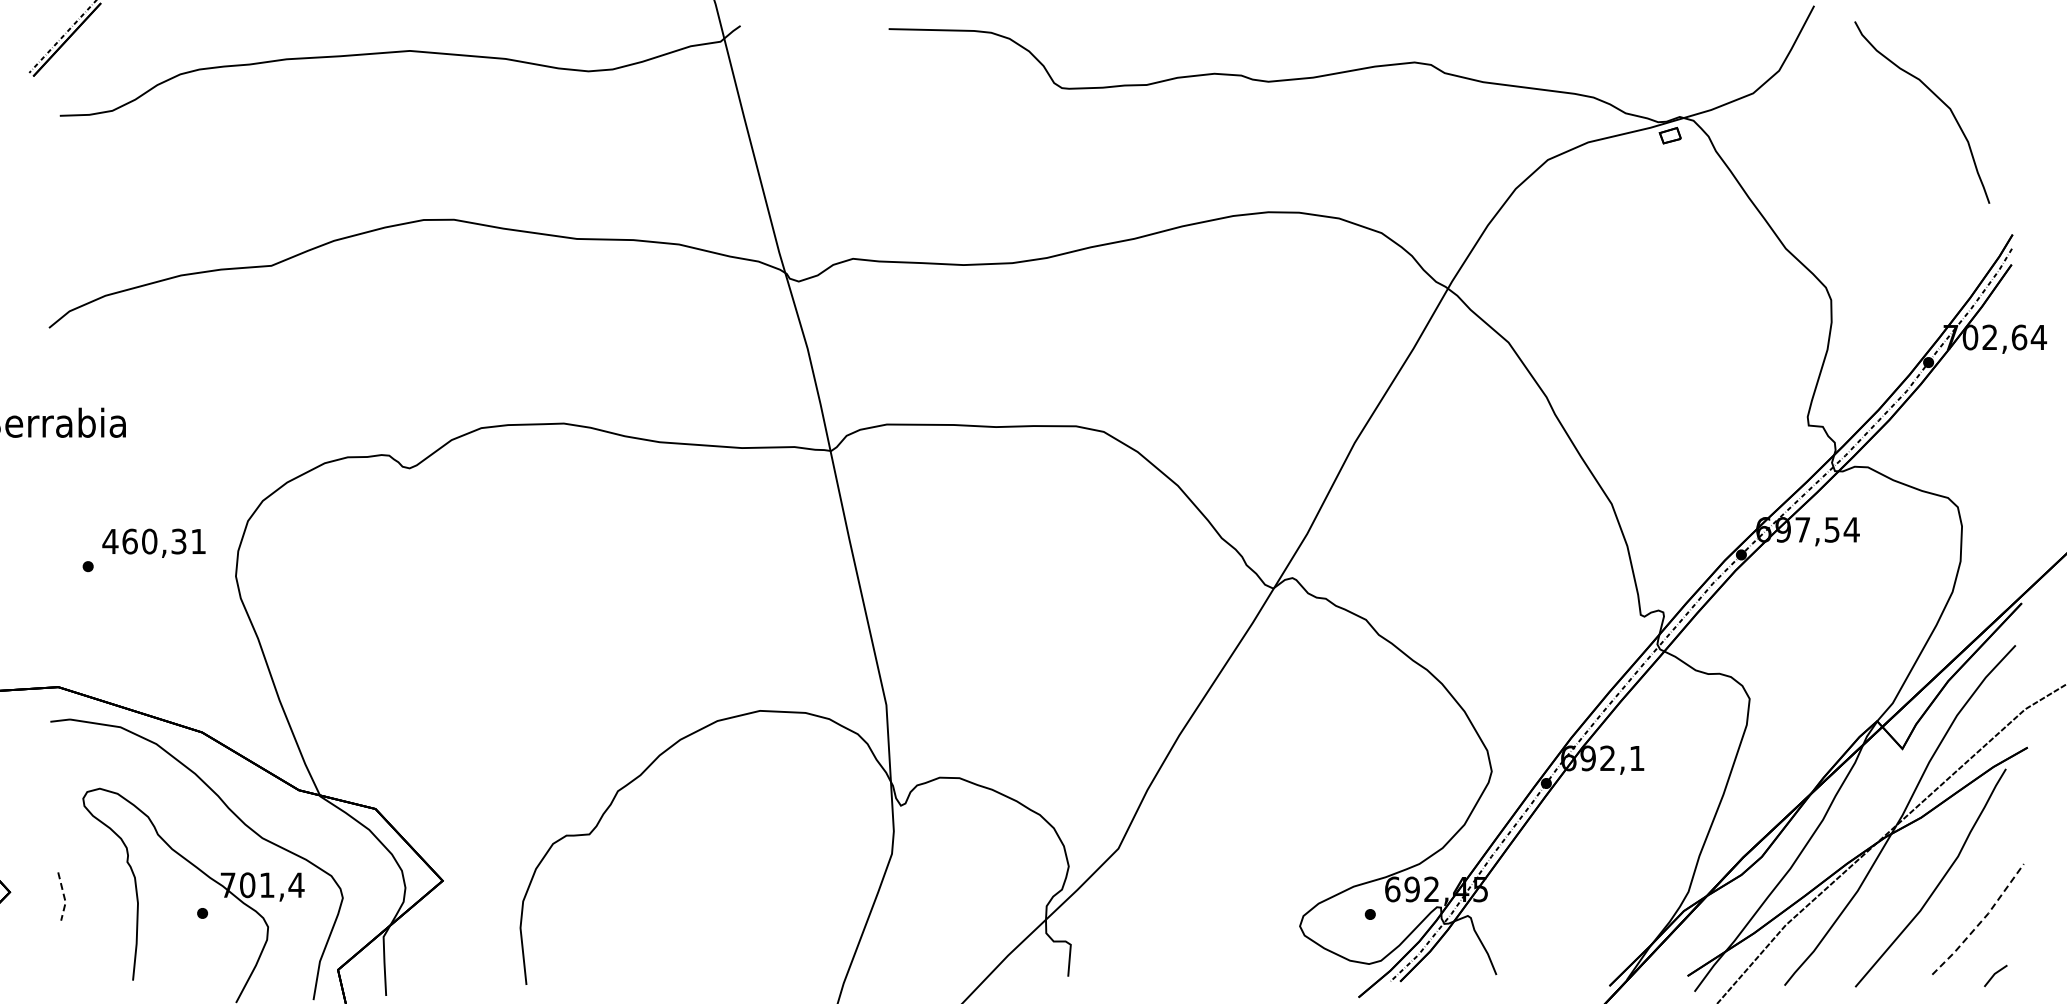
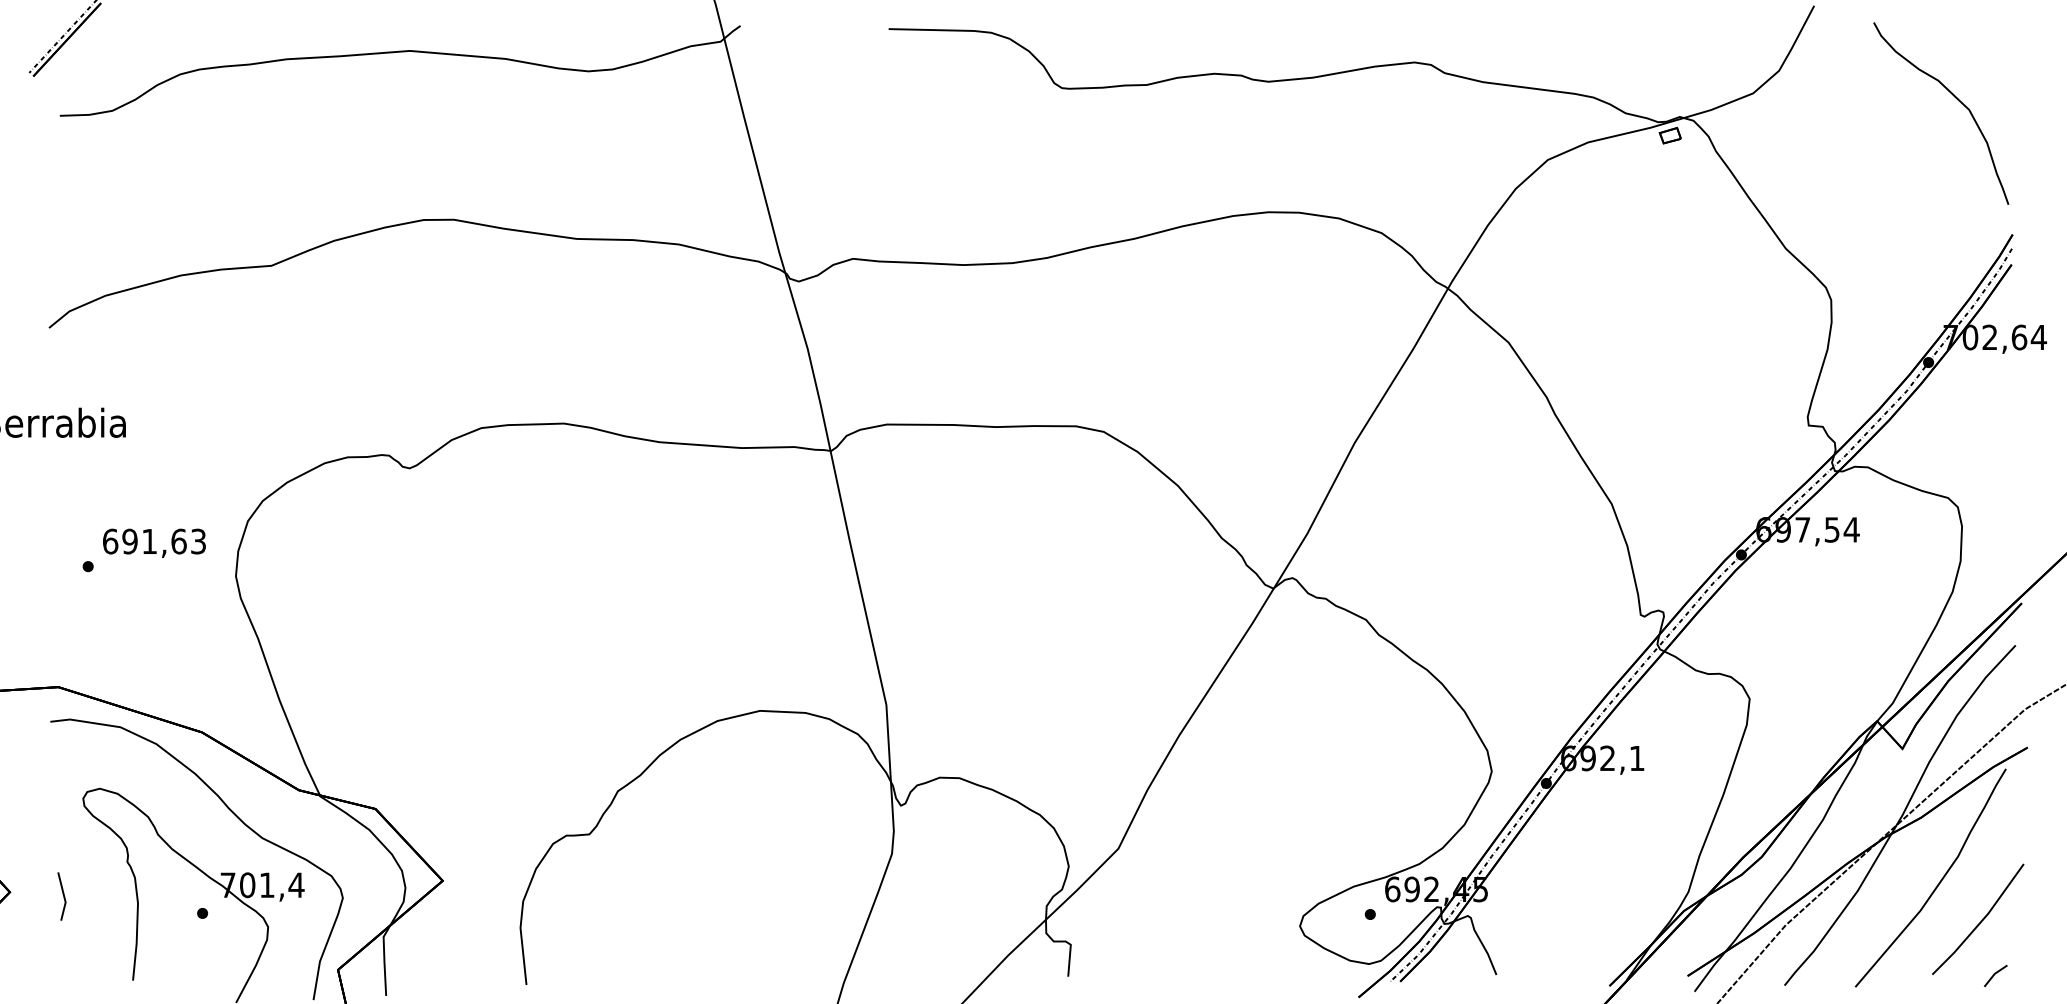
curve at (1936, 97) position: (1936, 97) -> (1955, 98)
text at (153, 541): 460,31 -> 691,63
line at (64, 897): dashed -> solid
line at (1981, 921): dashed -> solid
